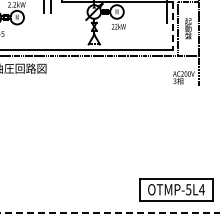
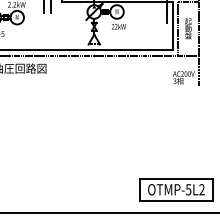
line at (172, 26): dashed -> solid
text at (201, 189): OTMP-5L4 -> OTMP-5L2
line at (110, 213): dashed -> solid
